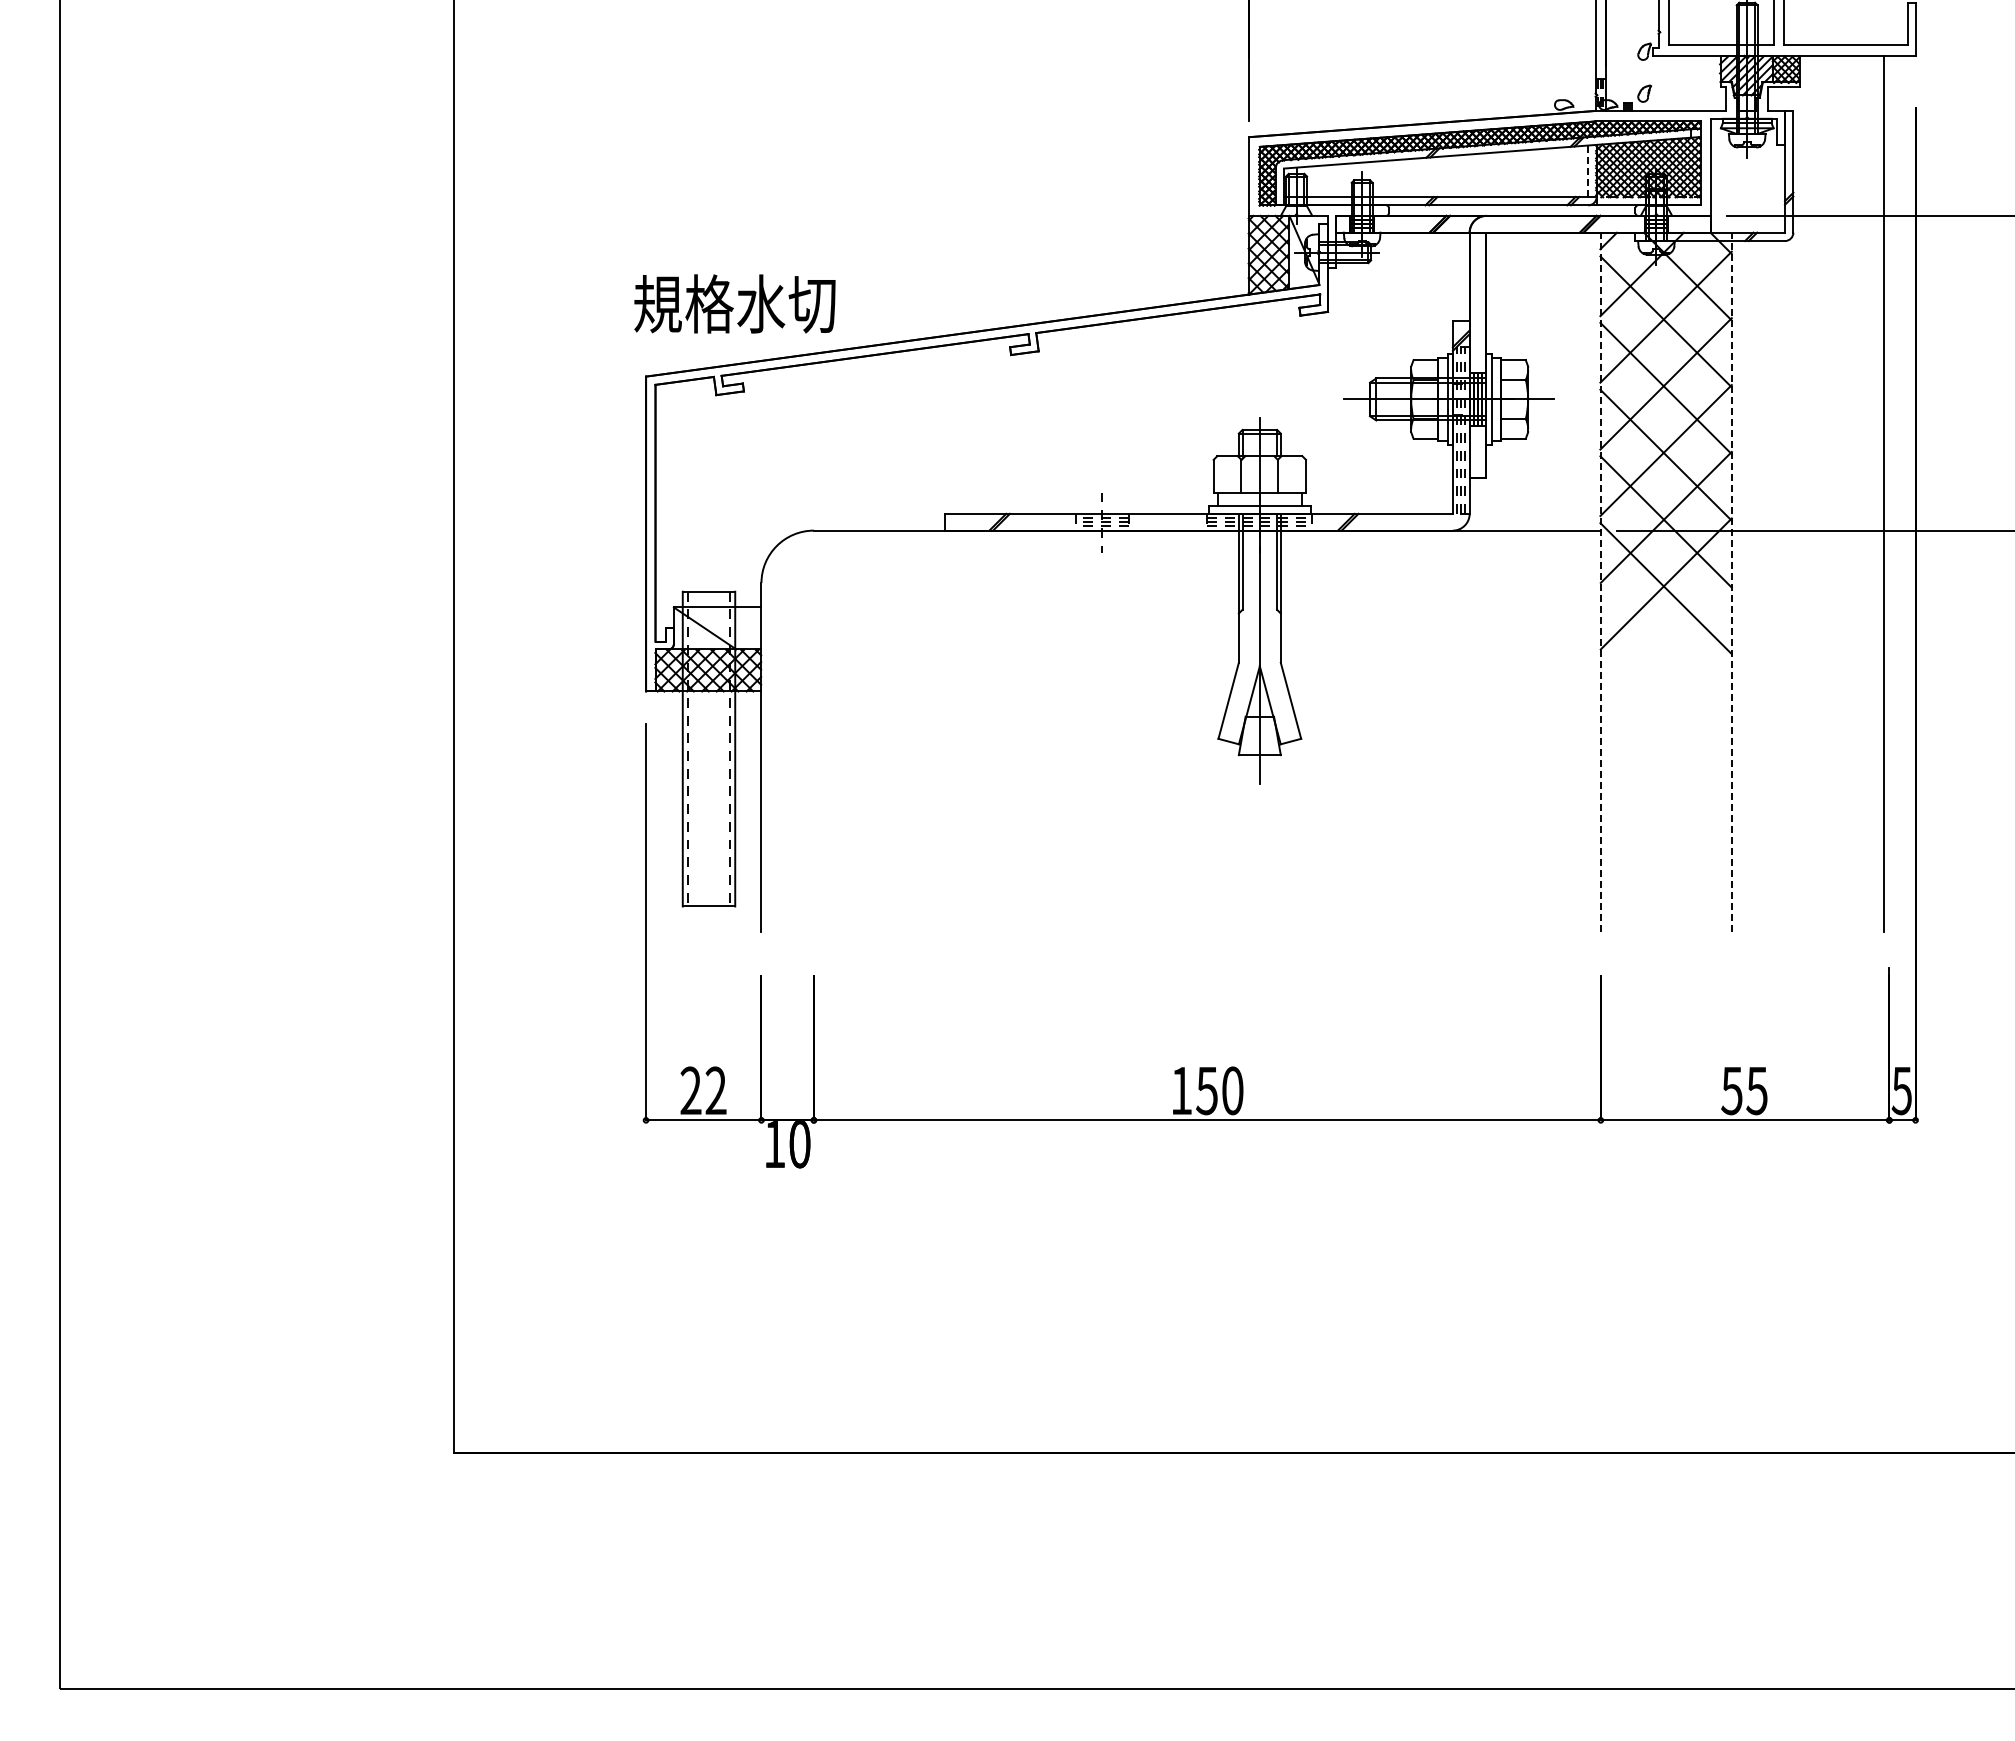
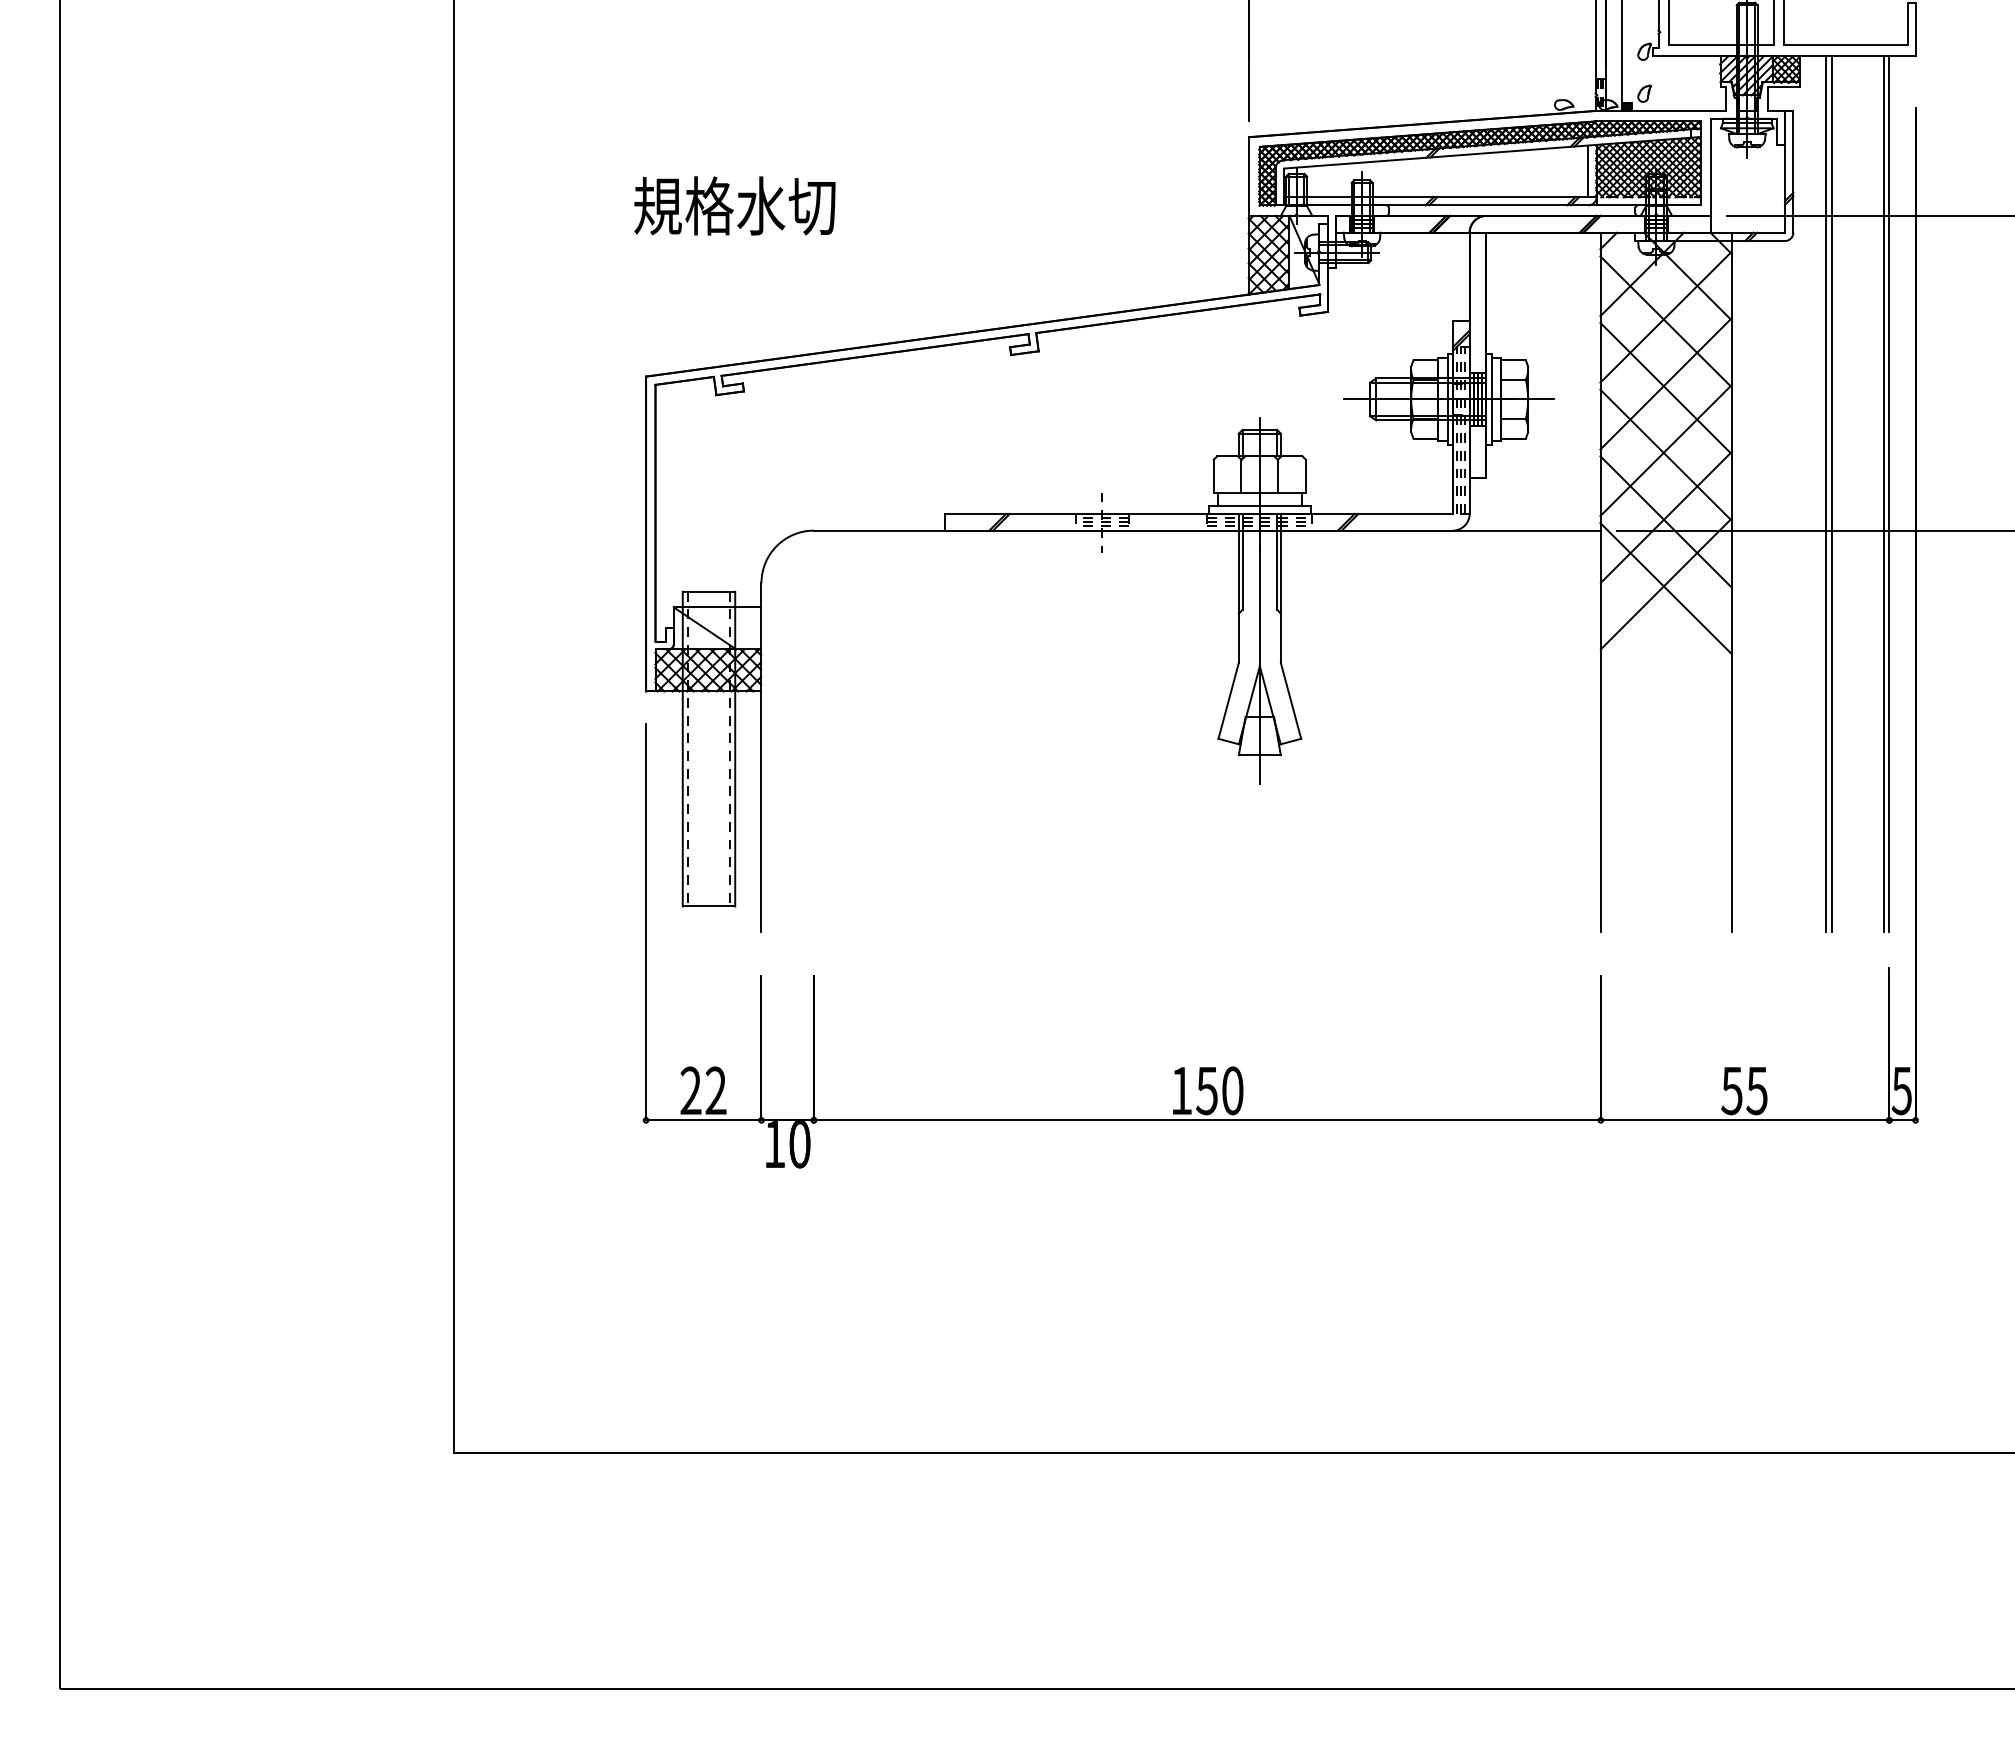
line at (1621, 56): none -> present
line at (1588, 171): dashed -> solid
text at (734, 303) position: (734, 303) -> (734, 205)
line at (1826, 493): none -> present
line at (1831, 493): none -> present
line at (1889, 493): none -> present
line at (1600, 582): dashed -> solid
line at (1731, 582): dashed -> solid
